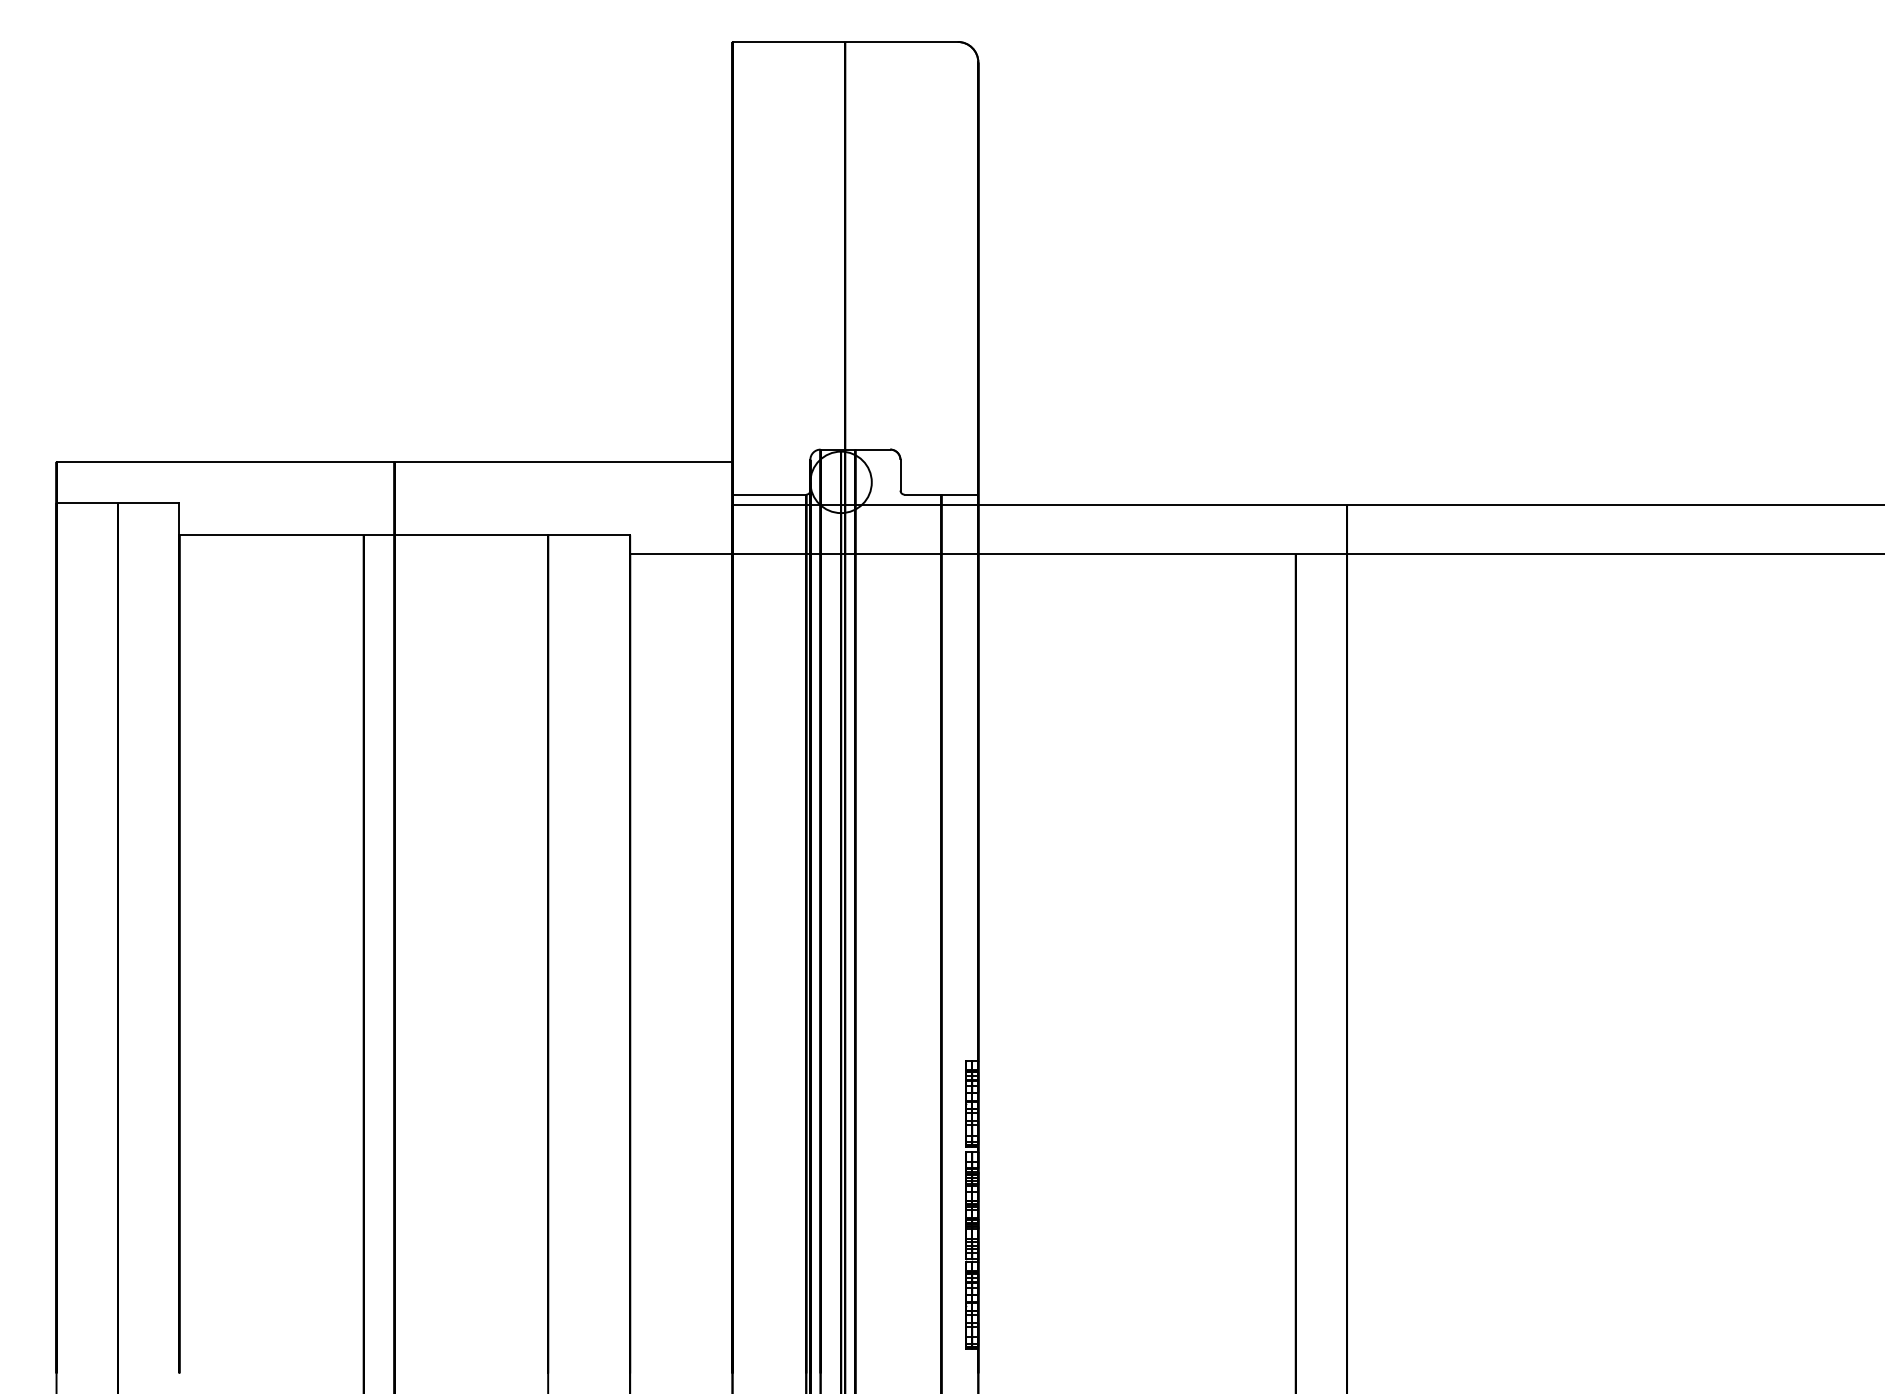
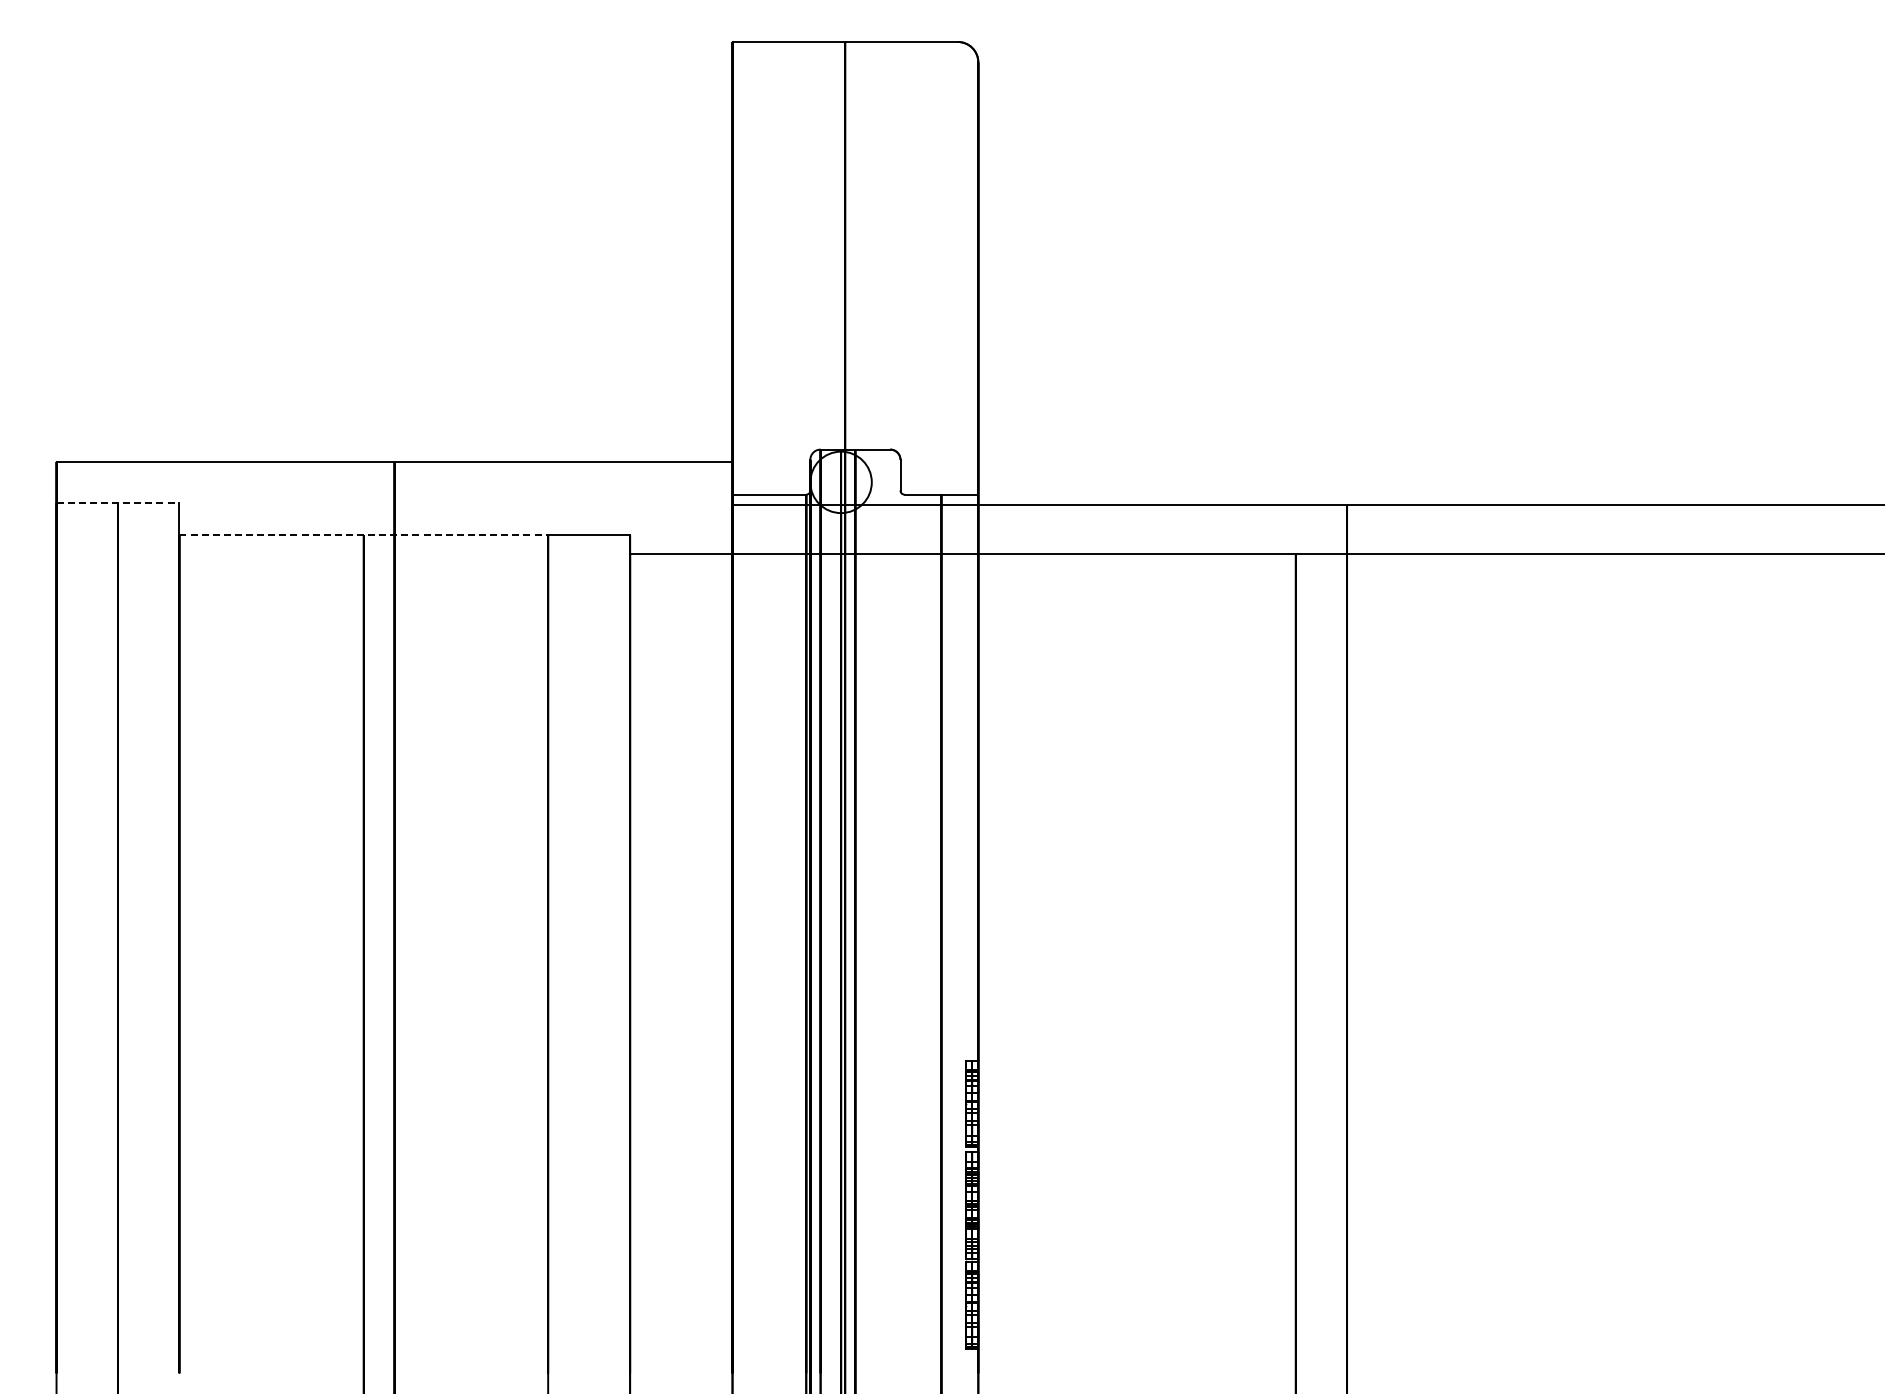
line at (118, 502): solid -> dashed
line at (364, 535): solid -> dashed
